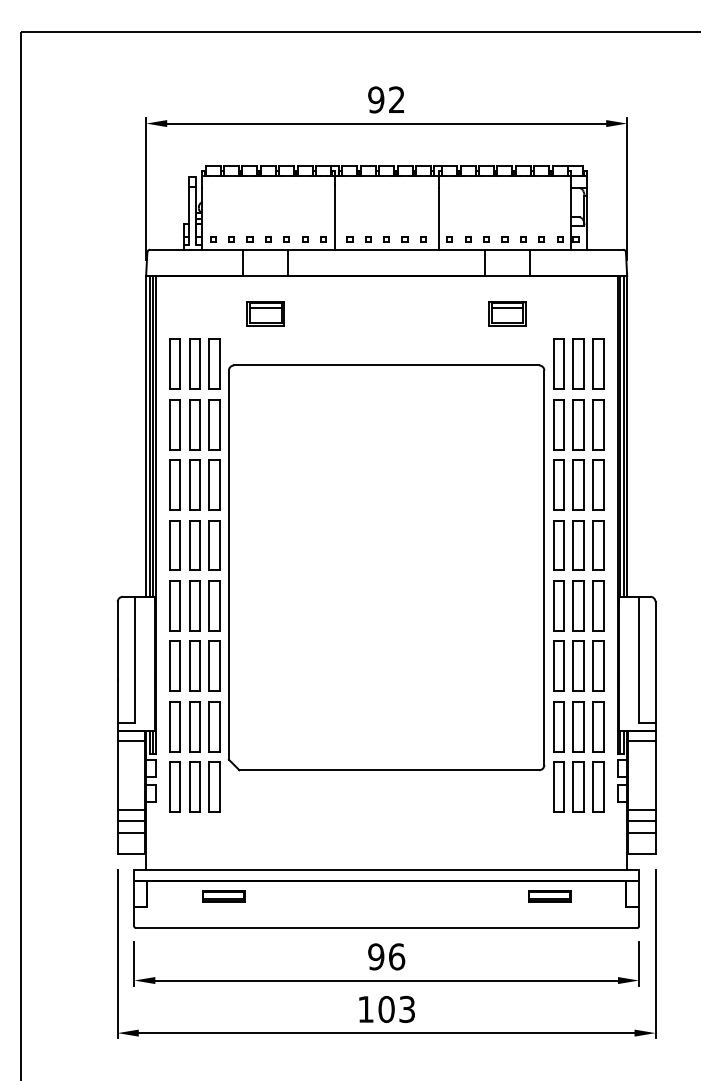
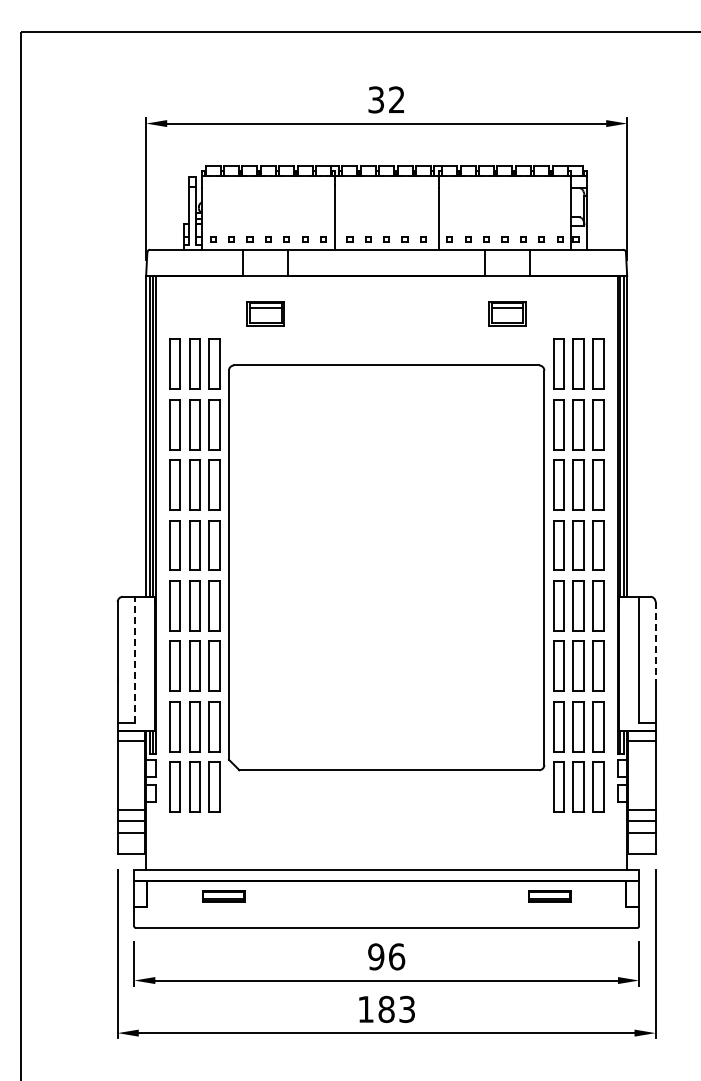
text at (376, 99): 92 -> 32
line at (655, 640): solid -> dashed
line at (134, 659): solid -> dashed
text at (386, 1009): 103 -> 183
